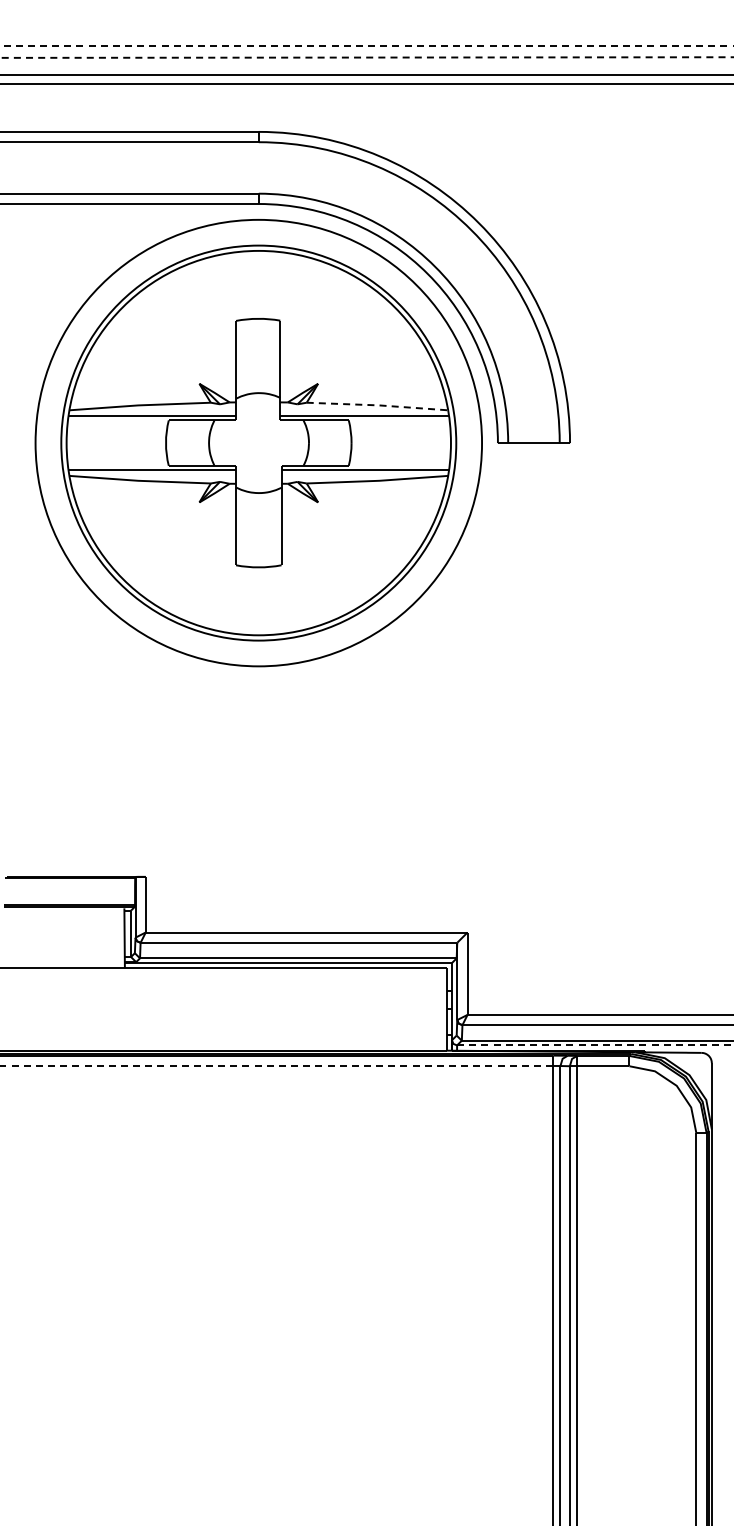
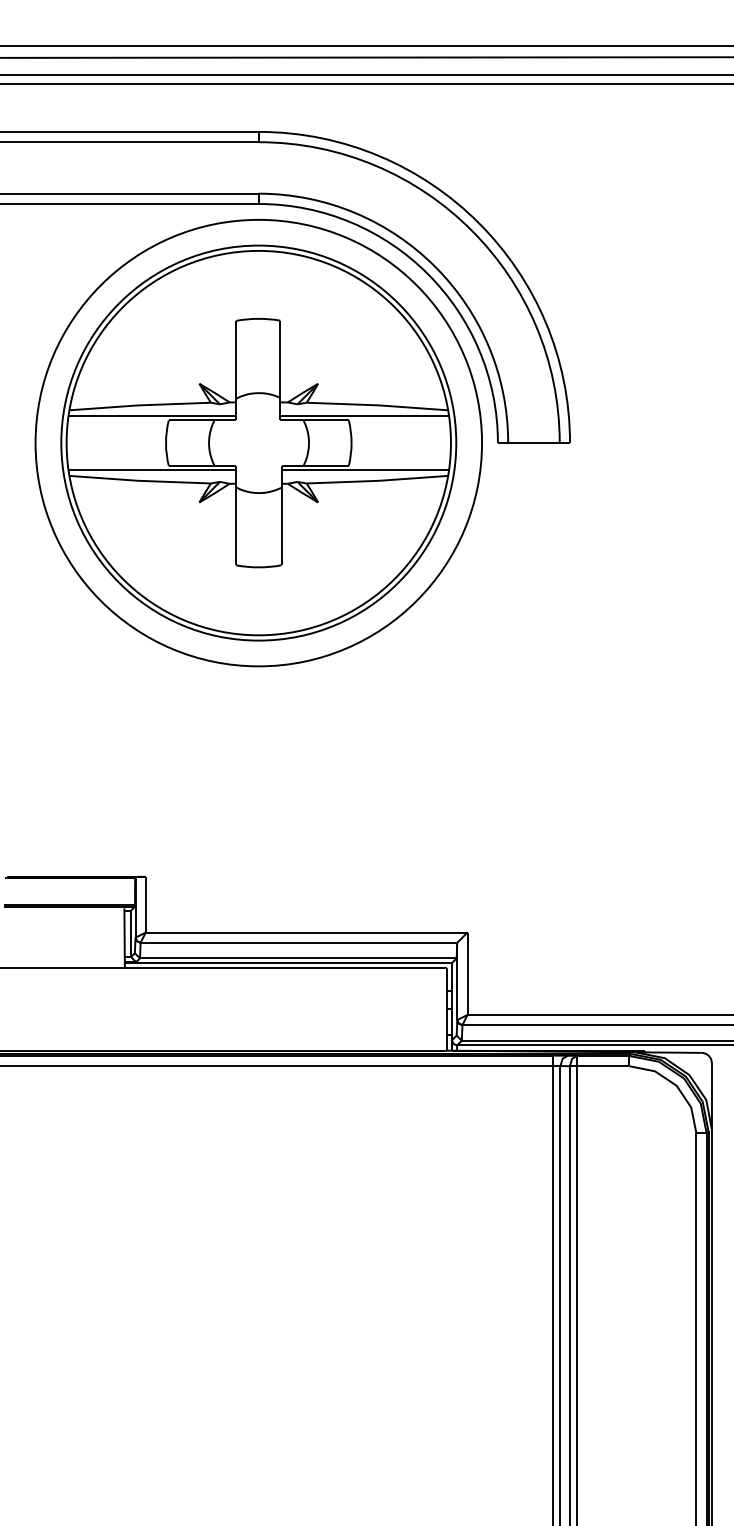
line at (367, 45): dashed -> solid
line at (367, 57): dashed -> solid
line at (378, 405): dashed -> solid
line at (595, 1045): dashed -> solid
line at (276, 1065): dashed -> solid
